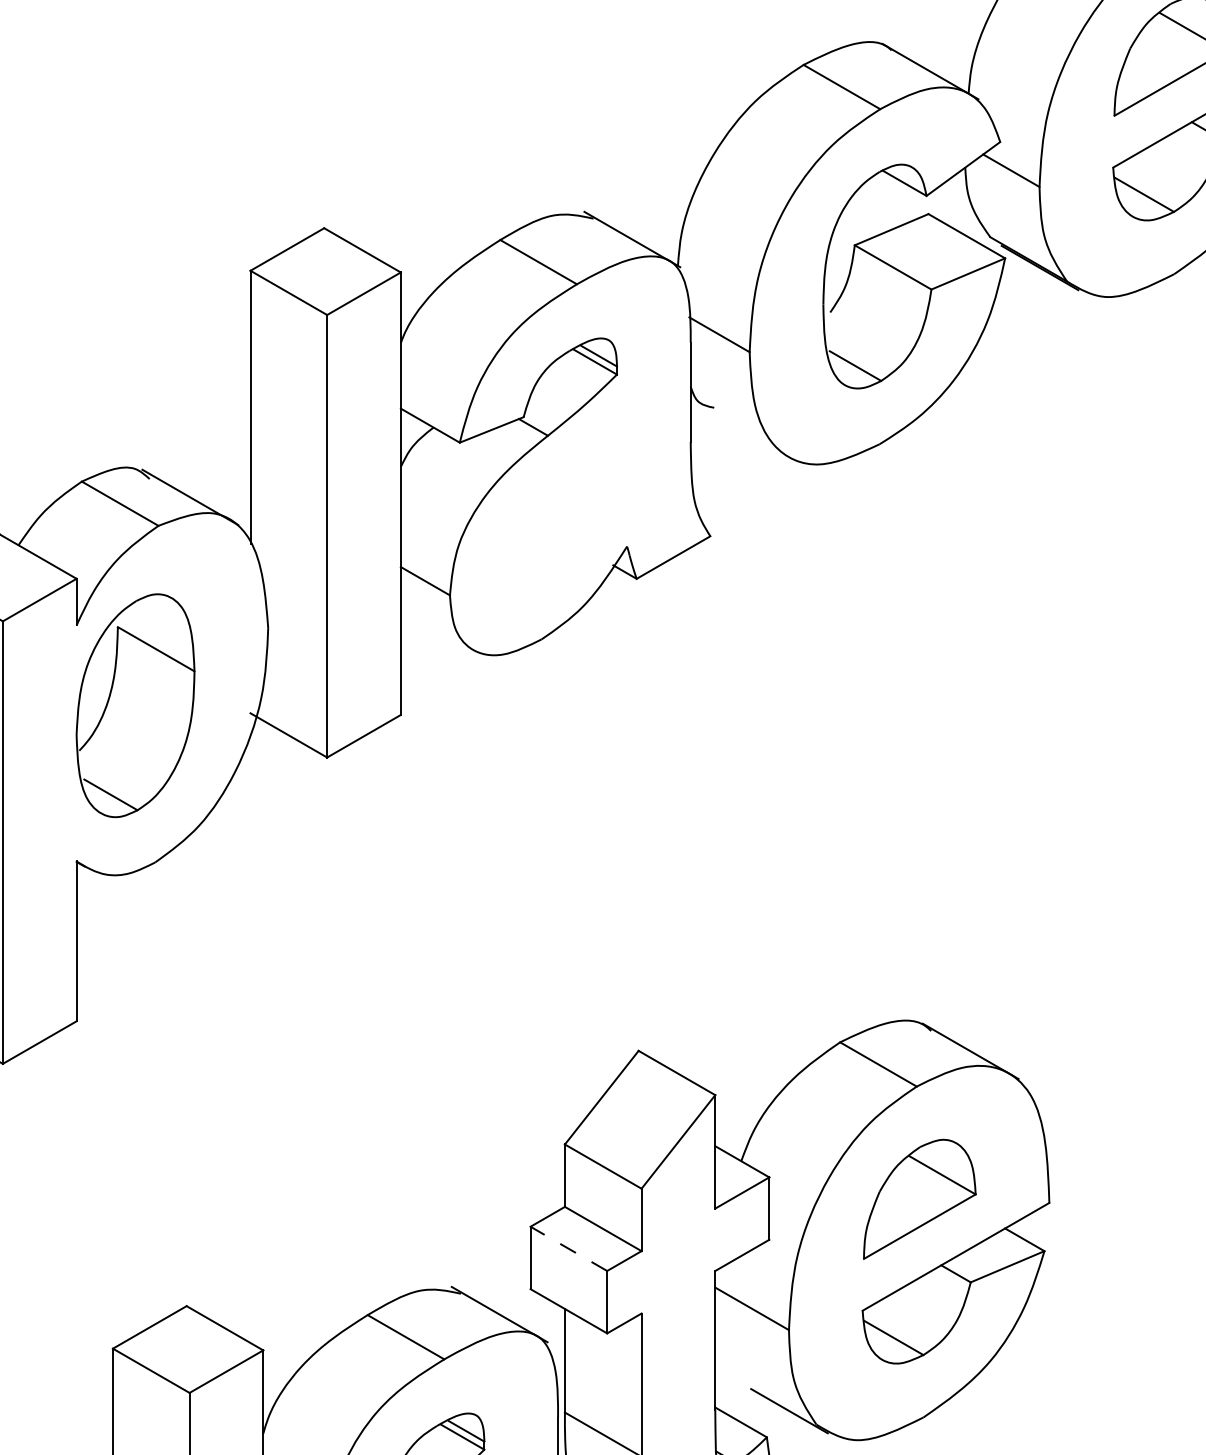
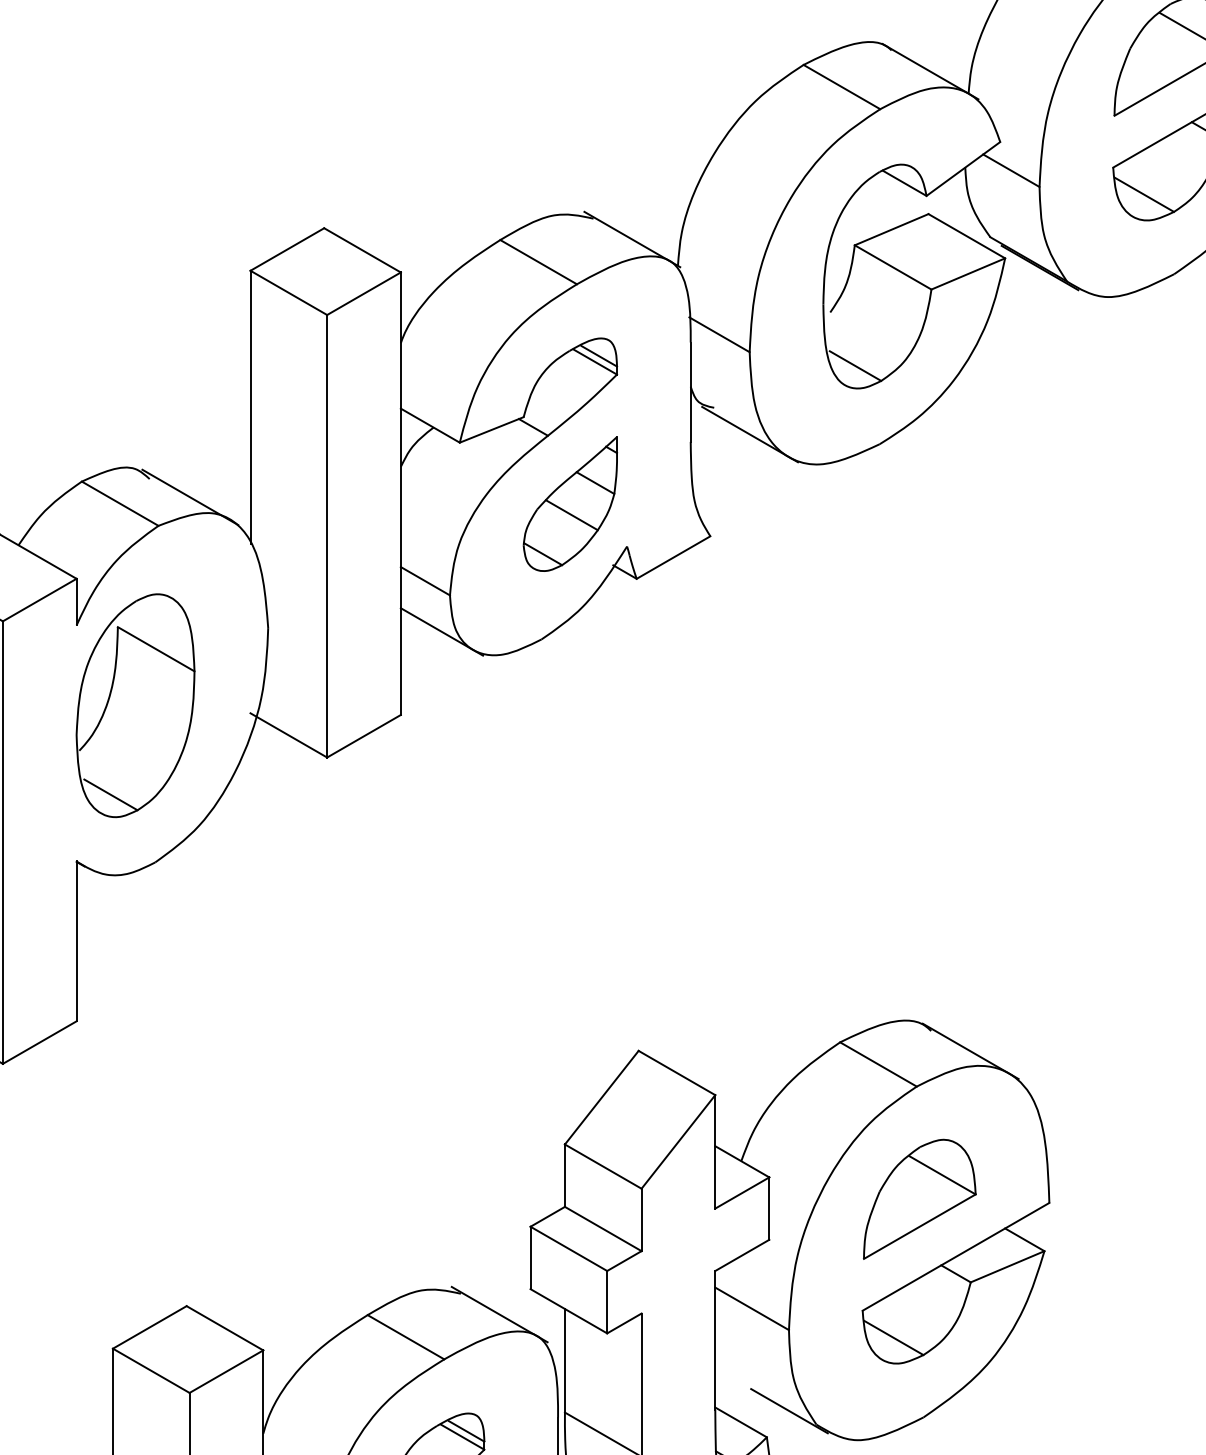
line at (749, 434): none -> present
part at (569, 503): none -> present
line at (441, 631): none -> present
line at (568, 1248): dashed -> solid
